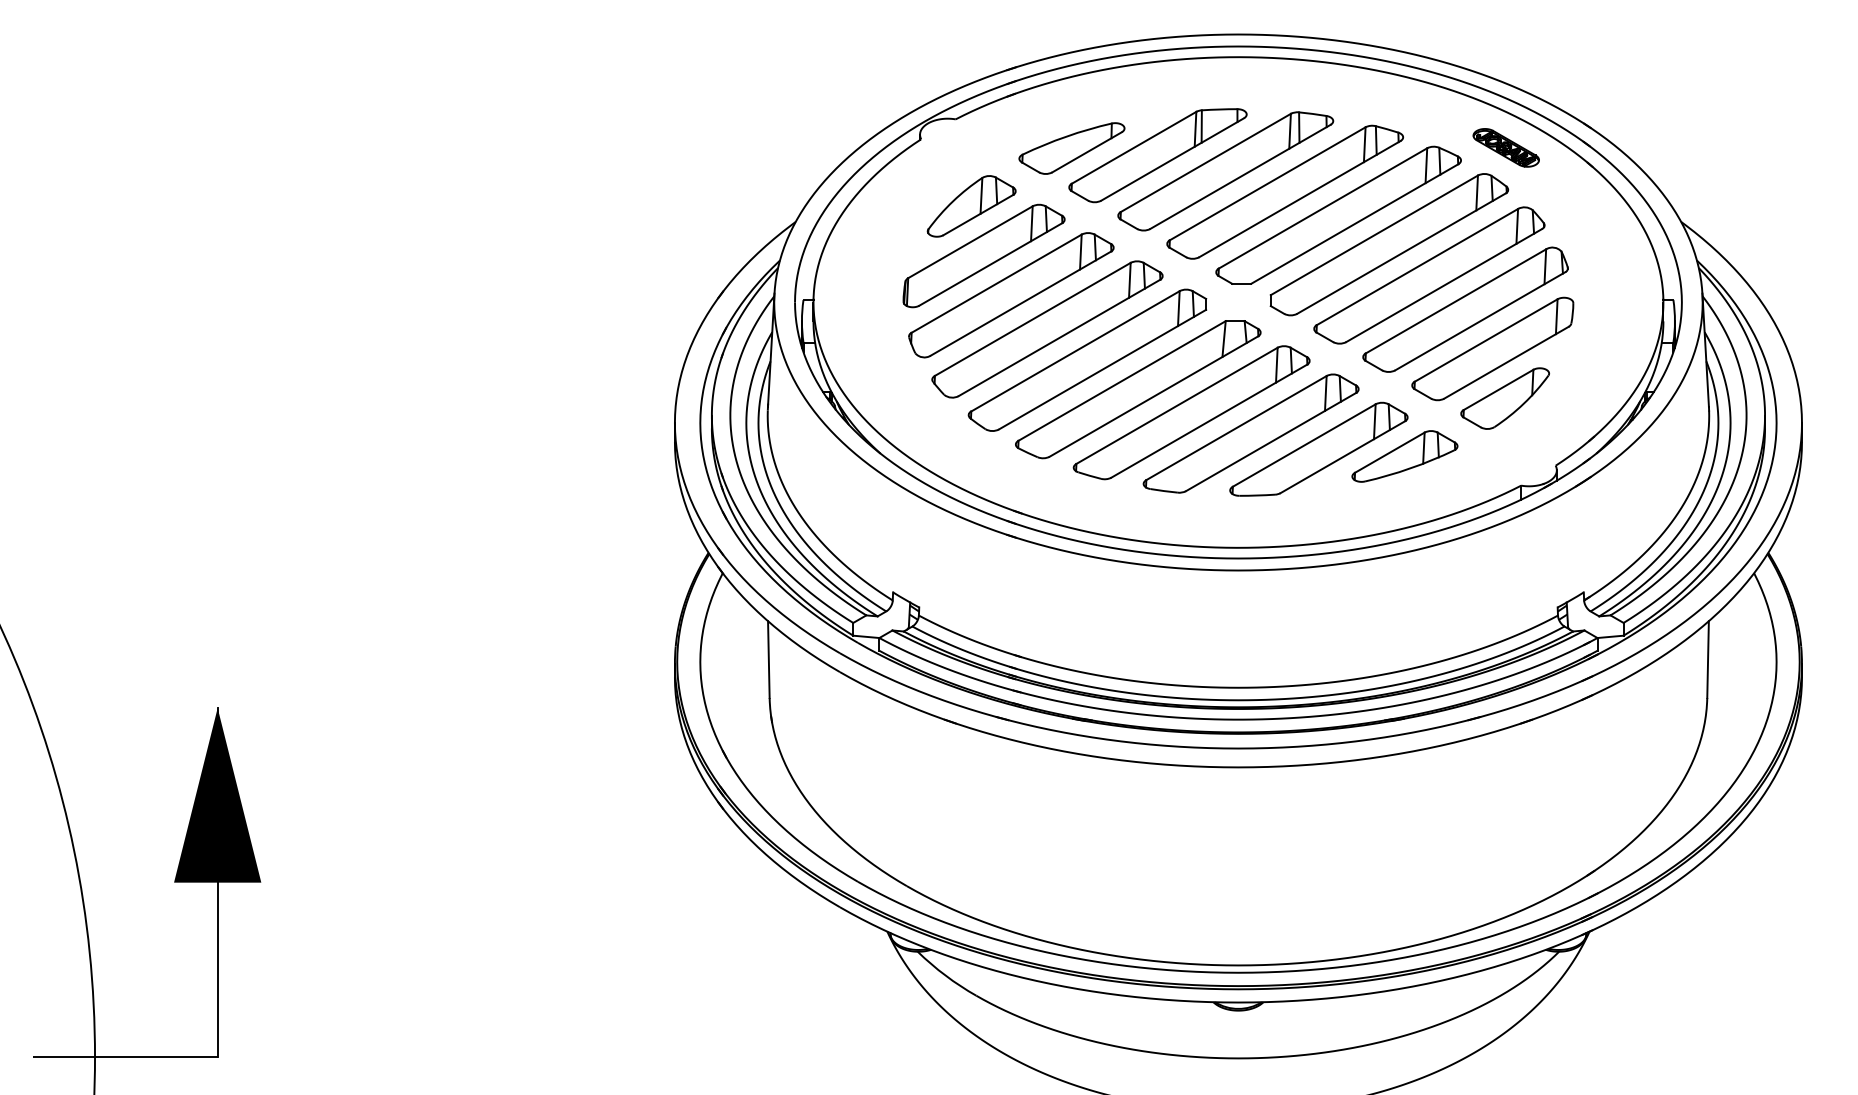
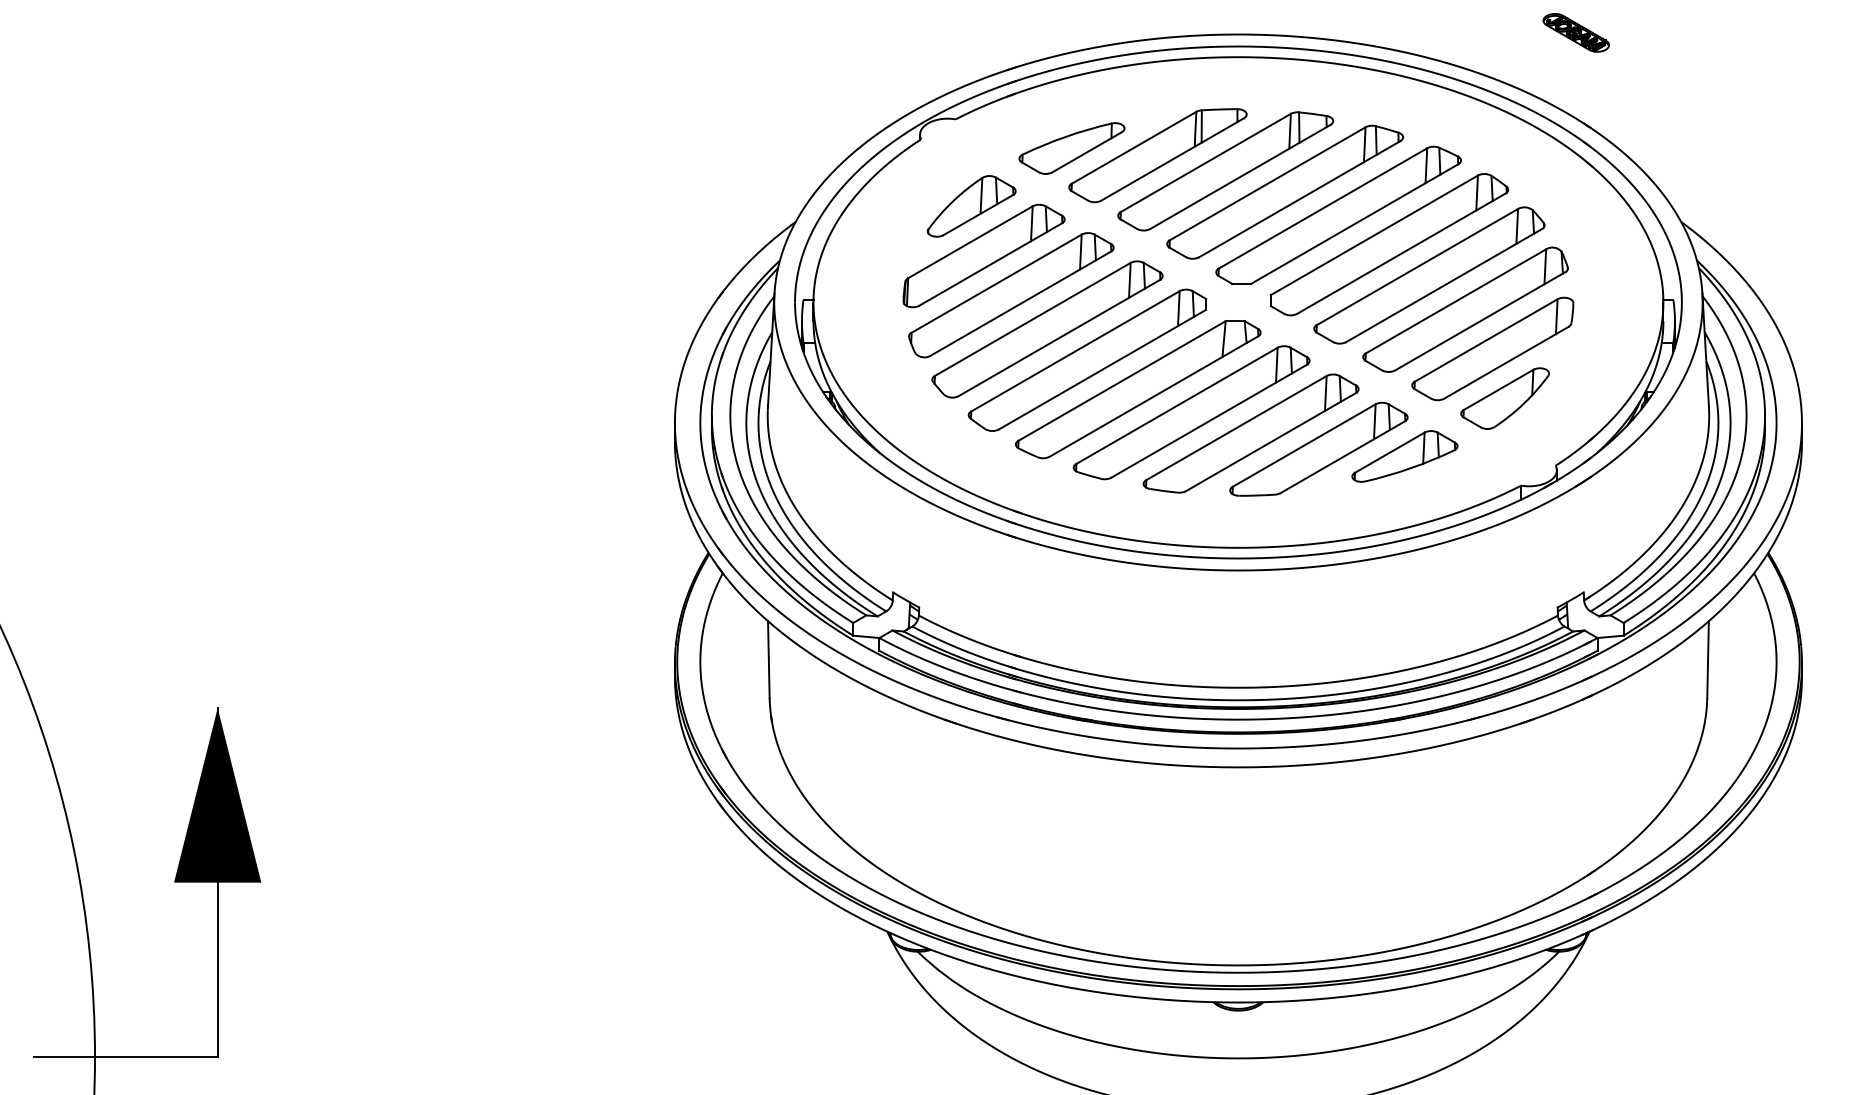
part at (1505, 147) position: (1505, 147) -> (1575, 32)
